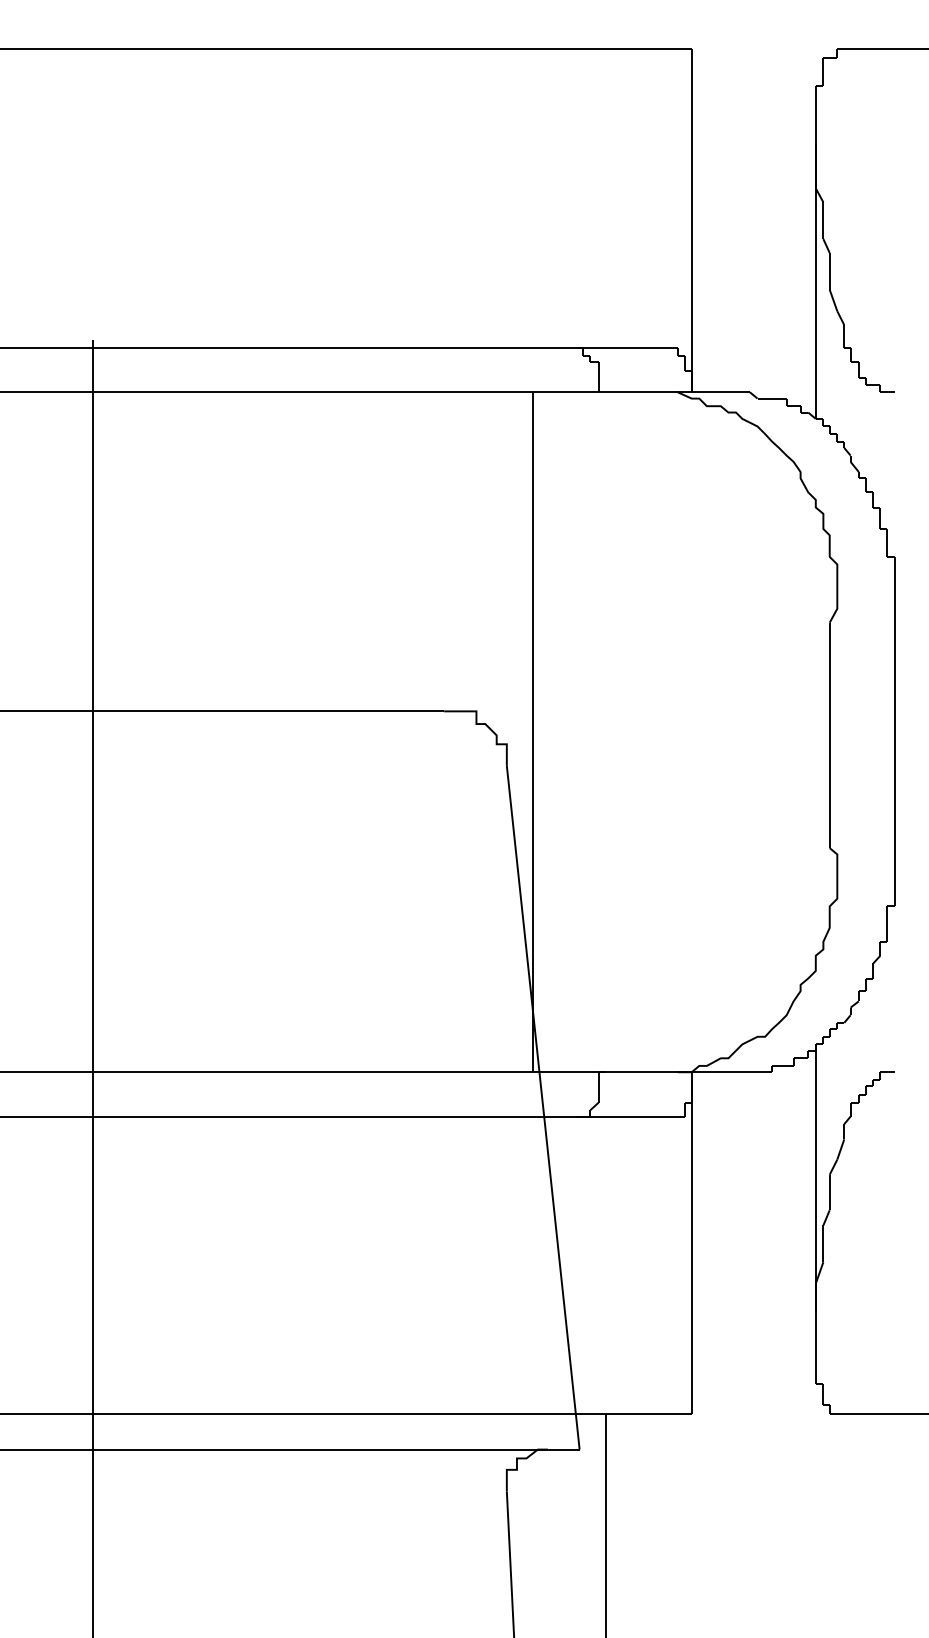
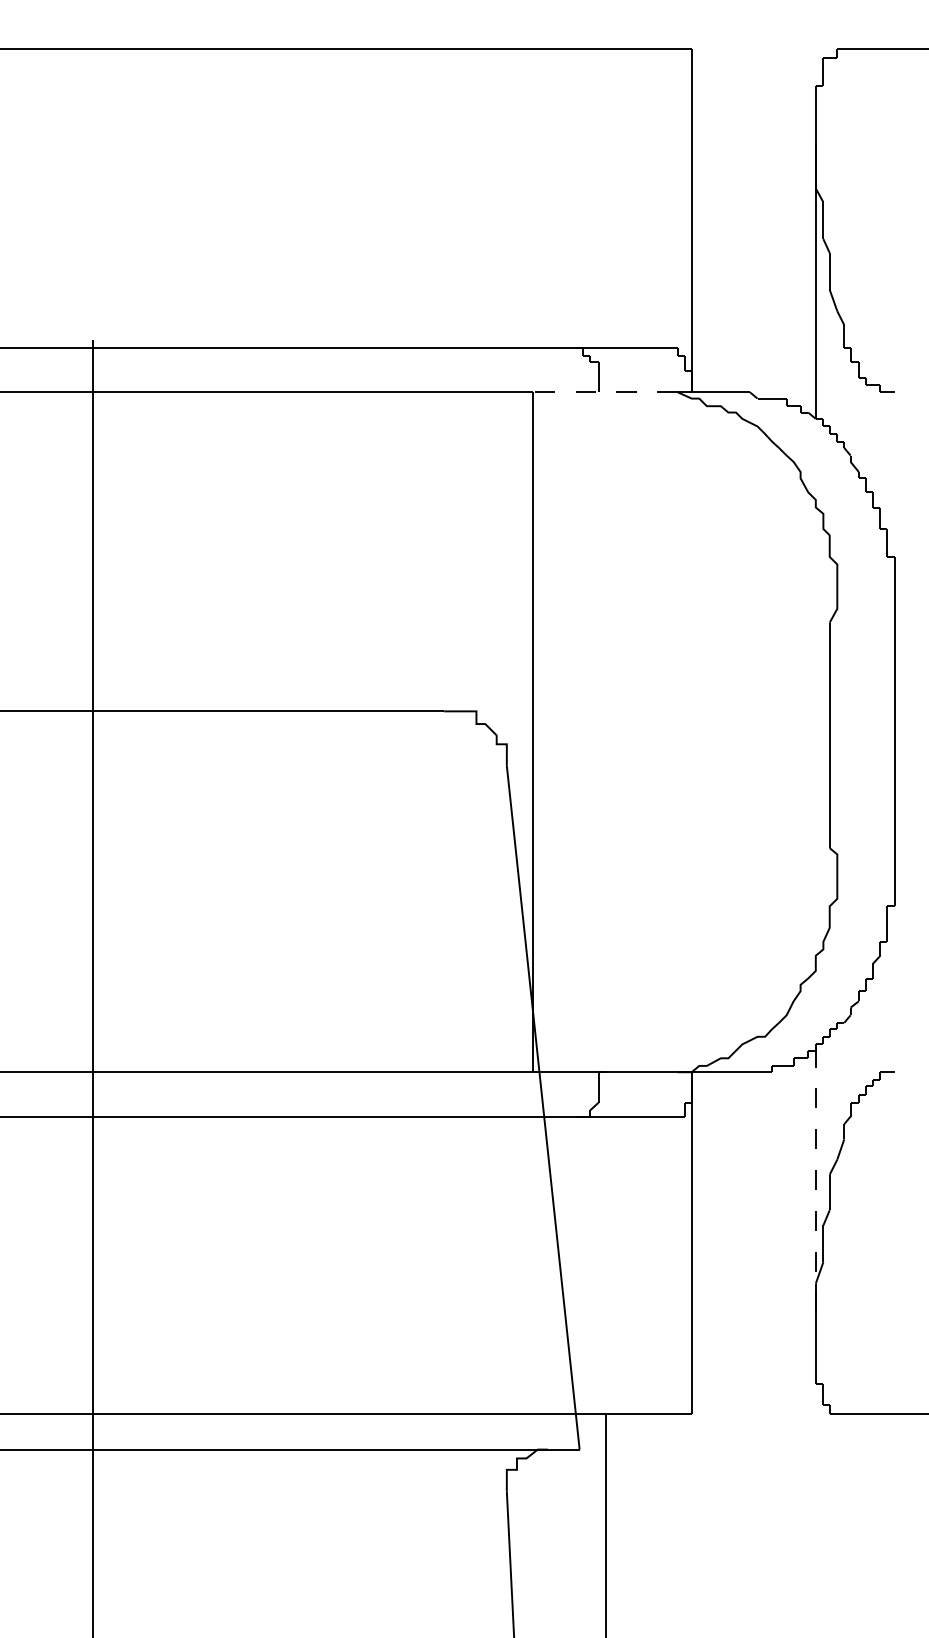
line at (604, 392): solid -> dashed
line at (815, 1178): solid -> dashed
